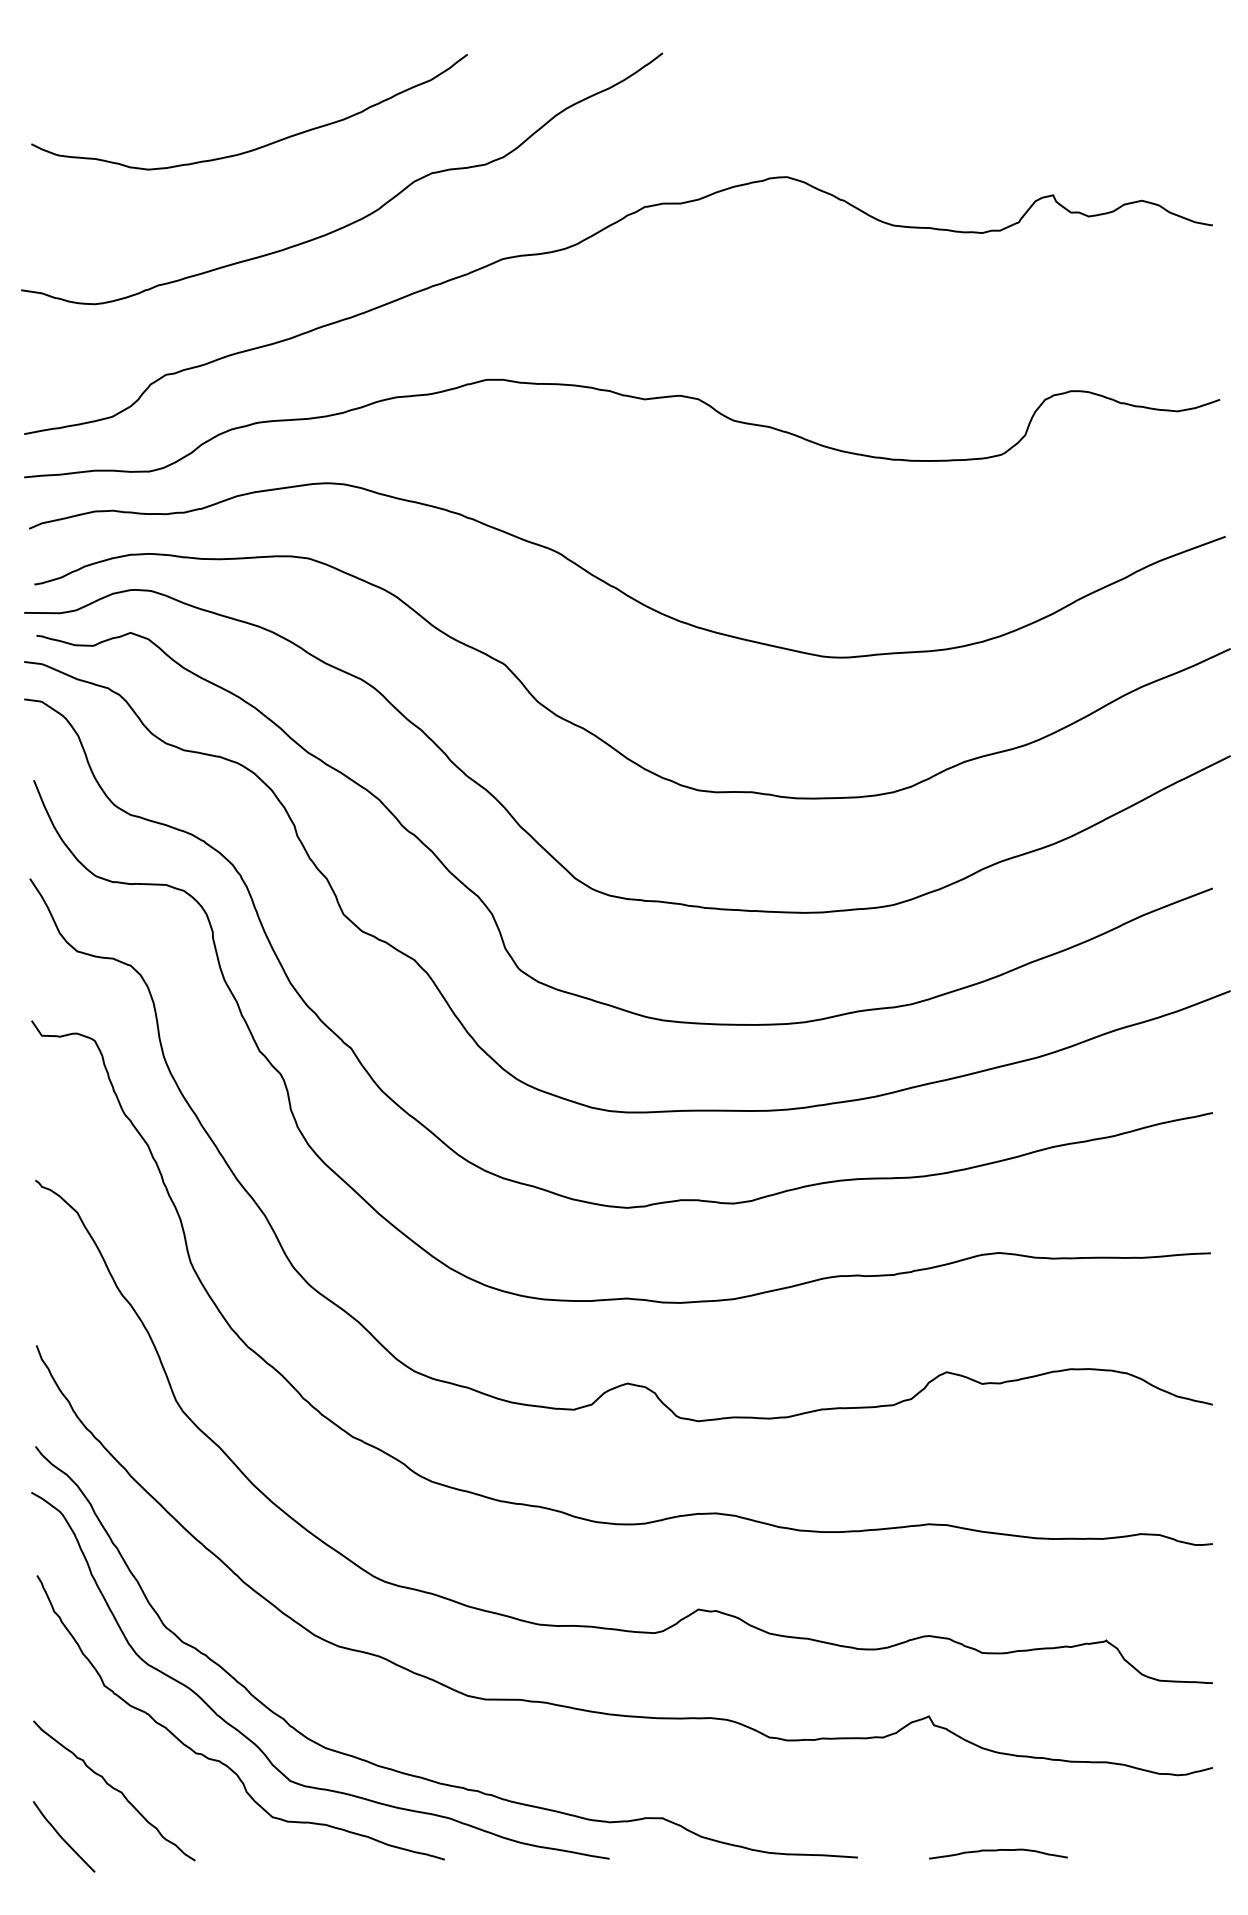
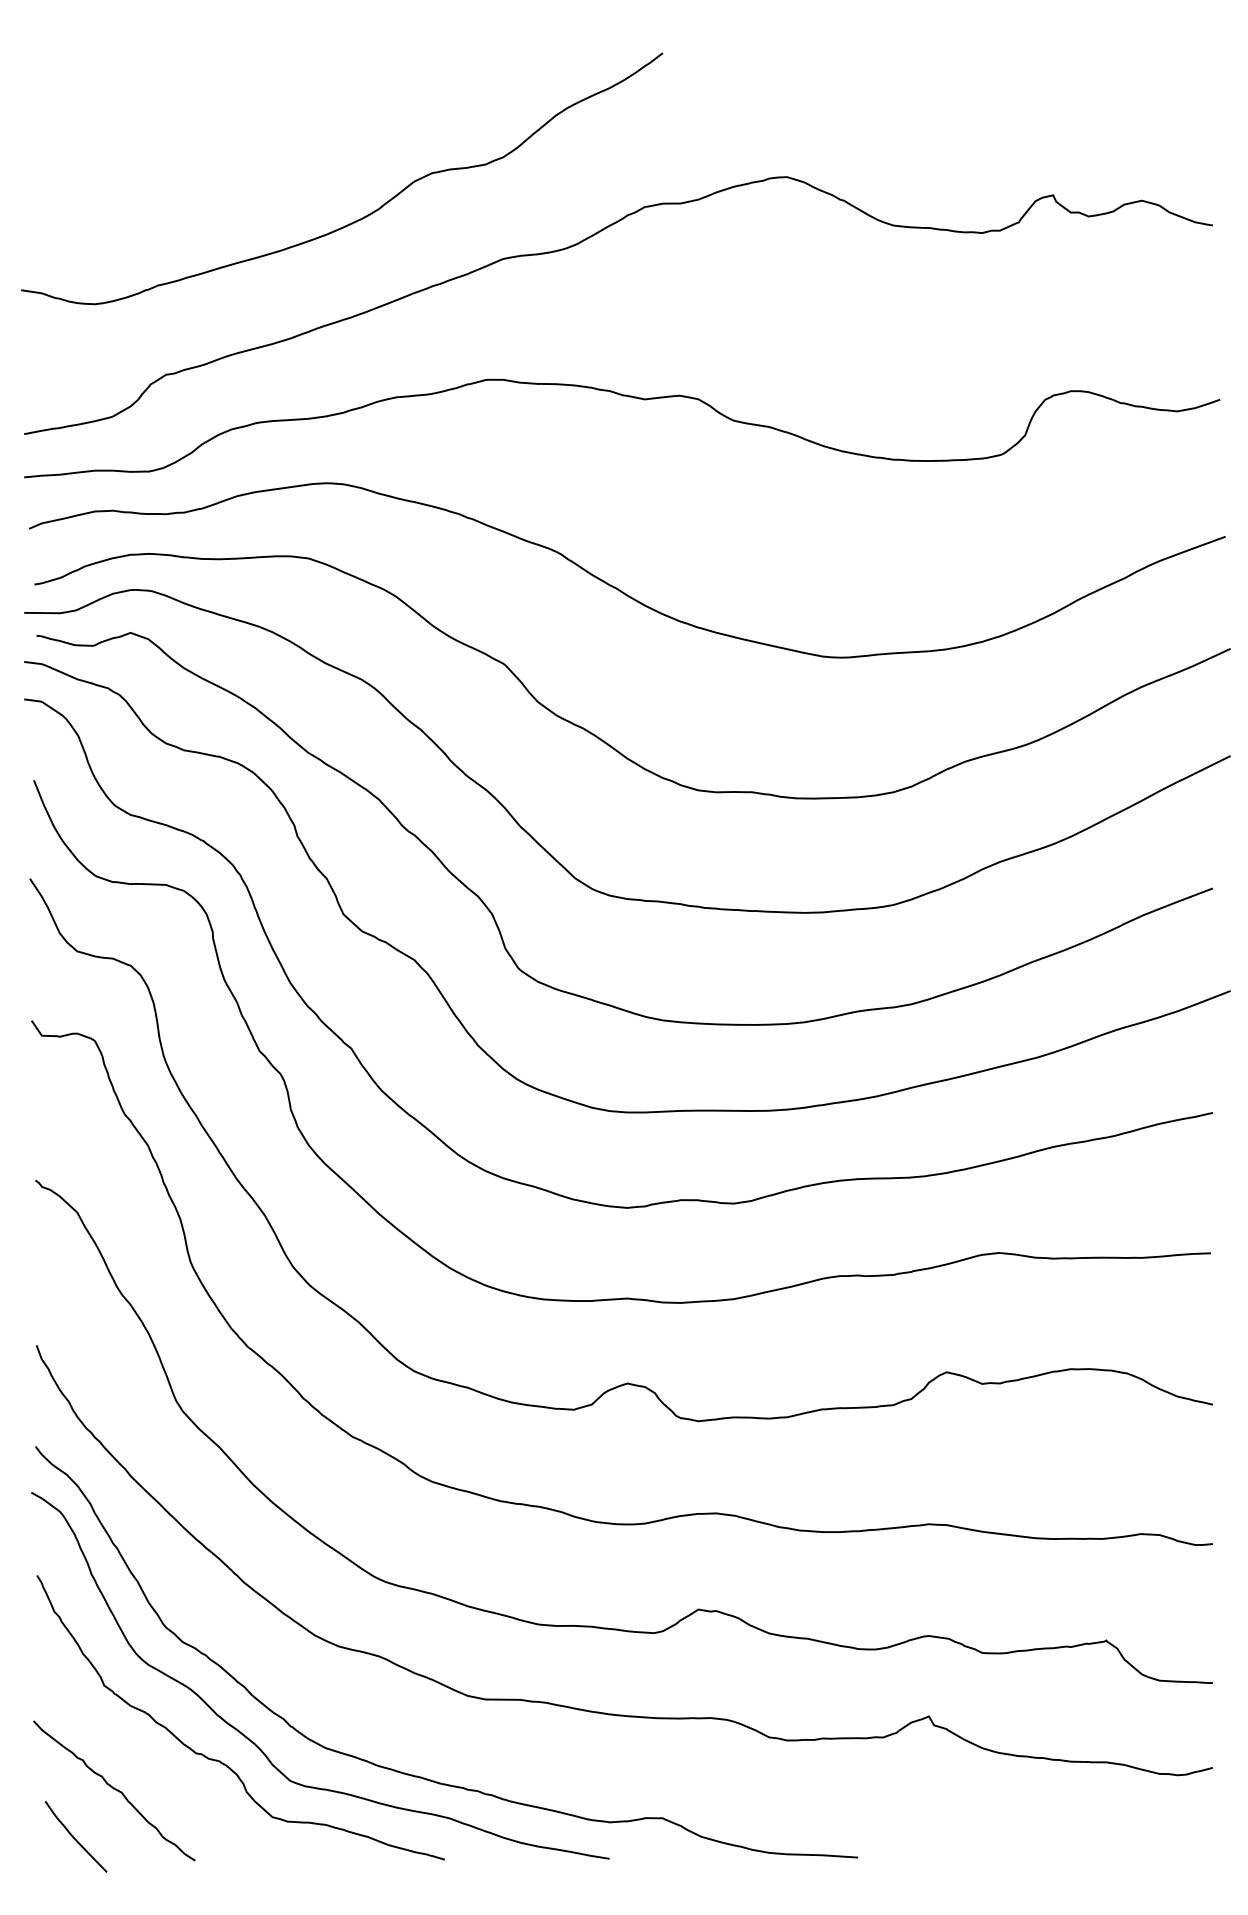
curve at (260, 146): present -> none
curve at (62, 1837) position: (62, 1837) -> (74, 1837)
curve at (997, 1851): present -> none
